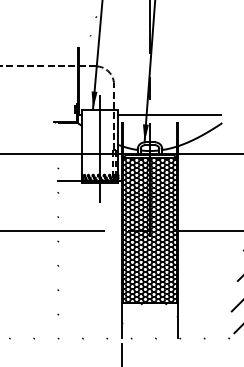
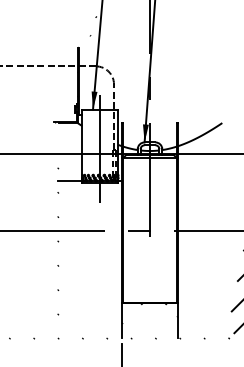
line at (169, 114): present -> none
hatch at (149, 230): present -> none
